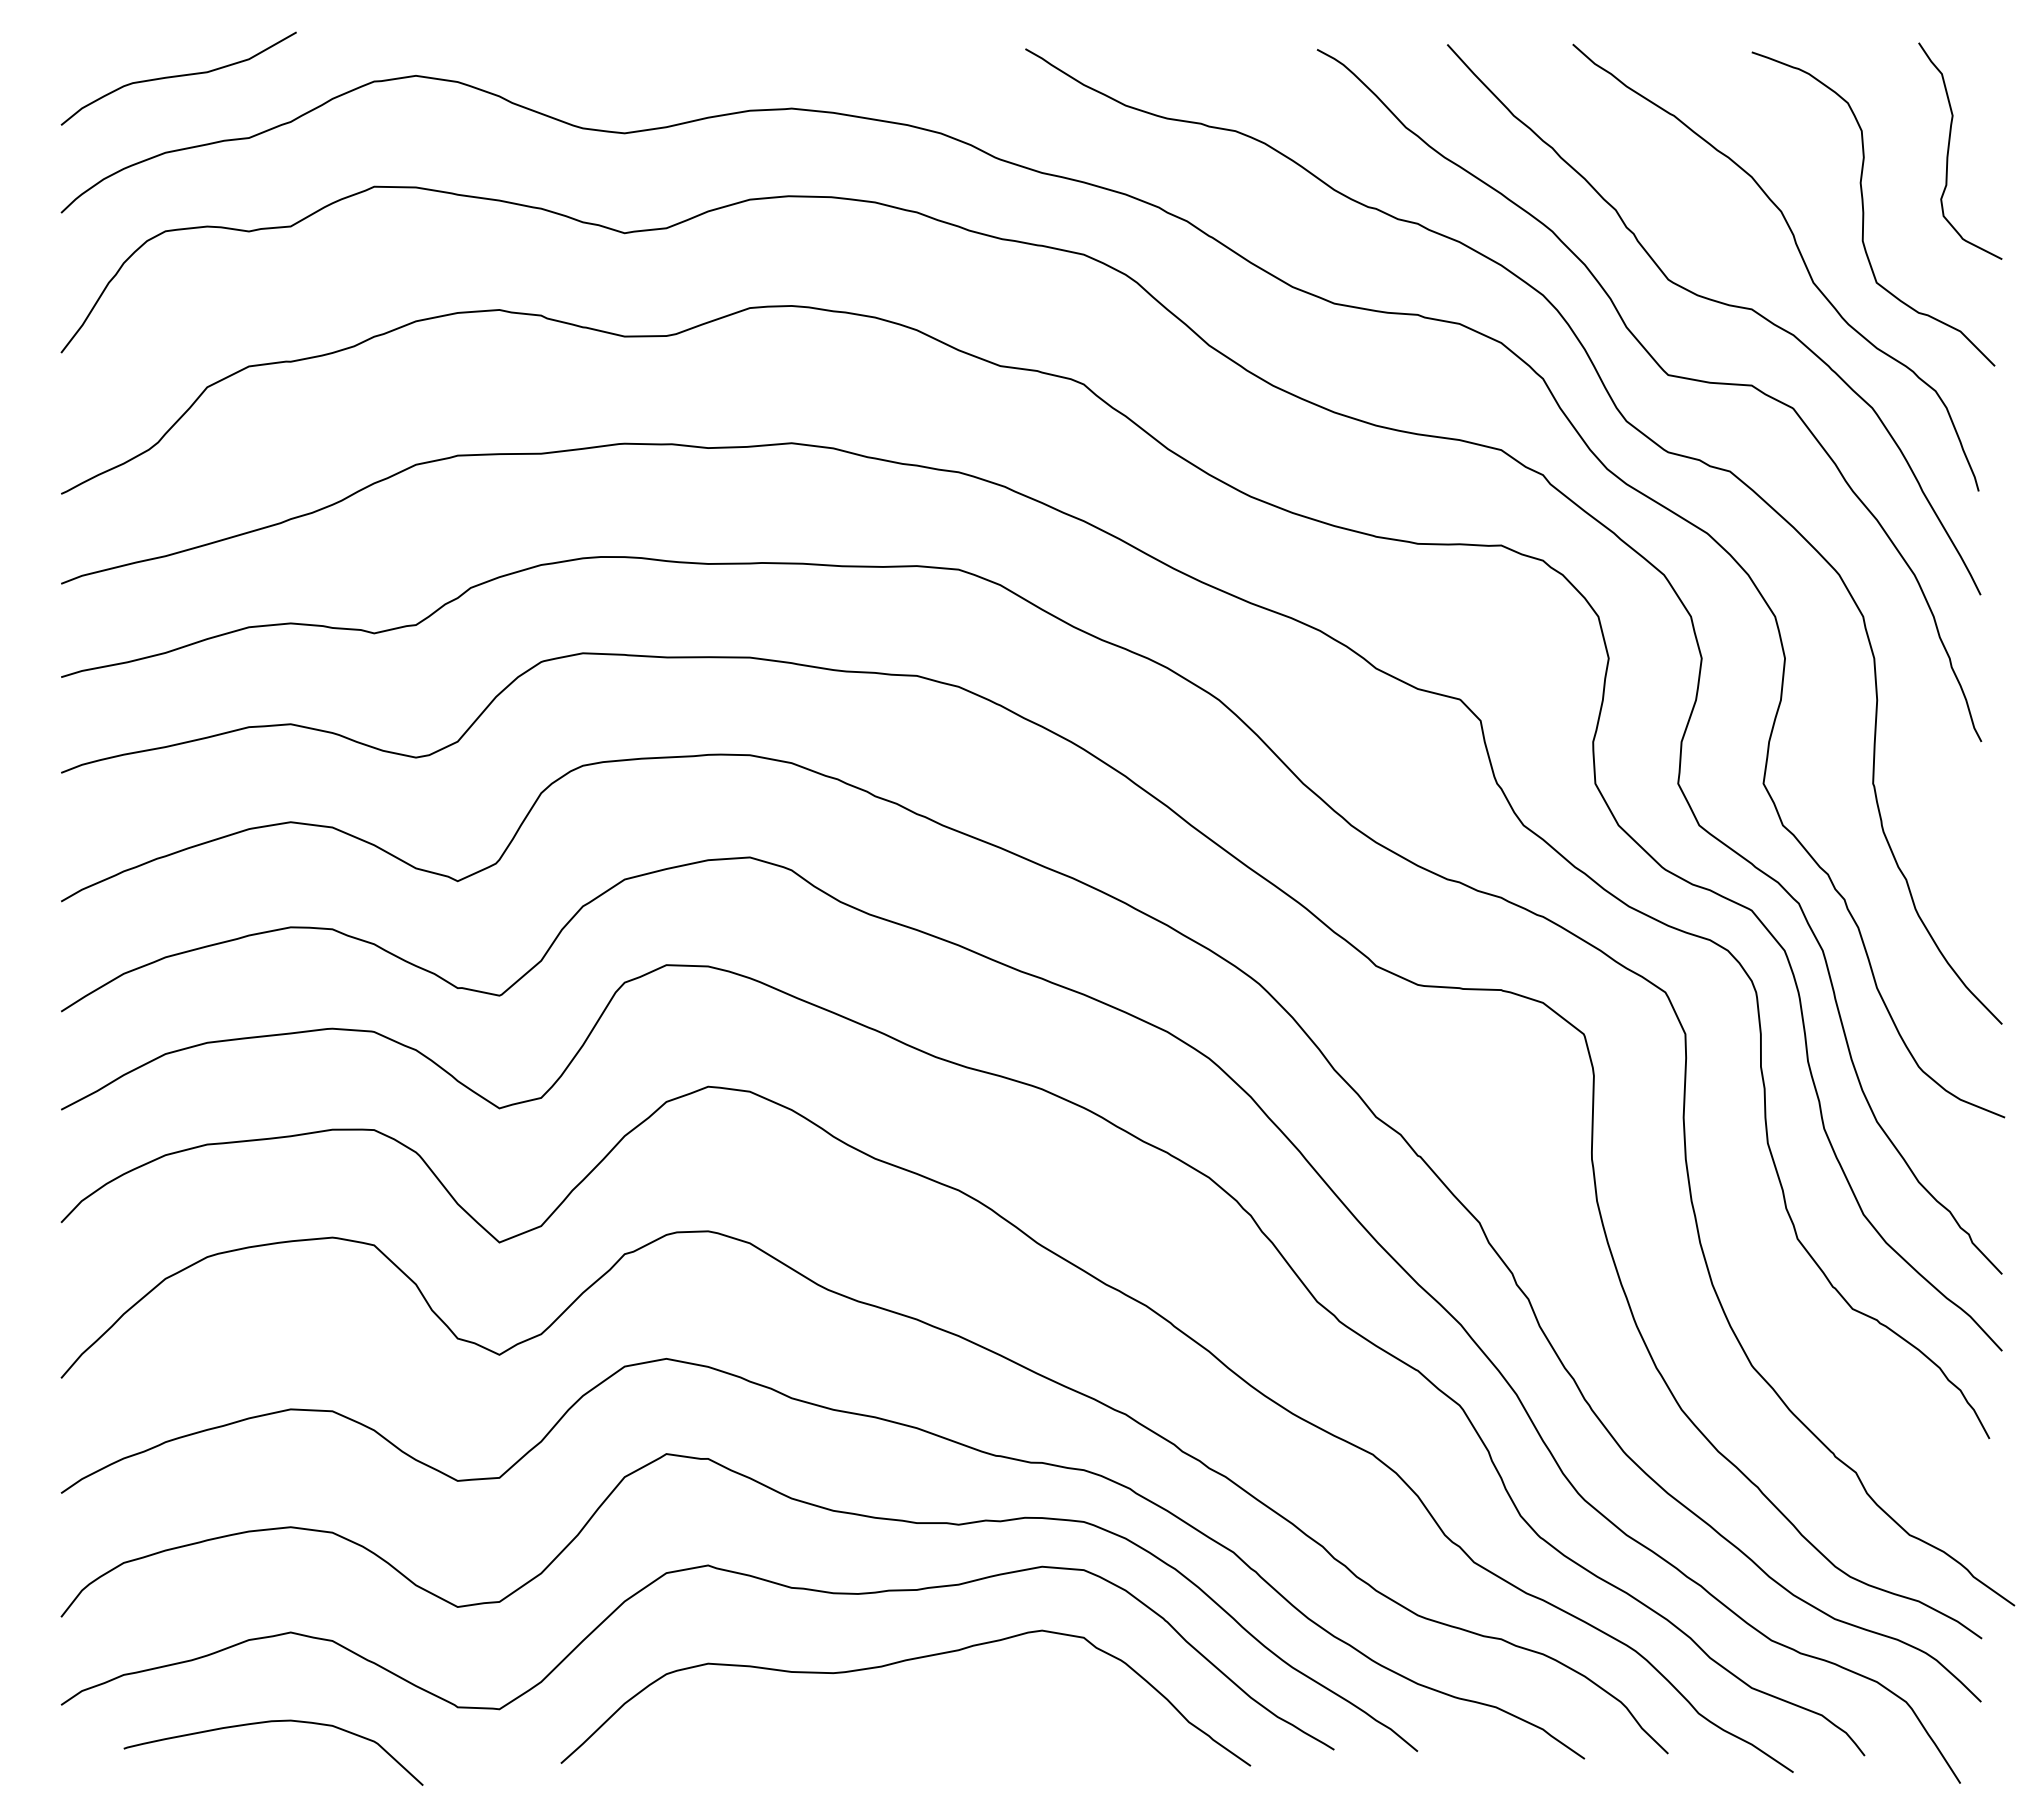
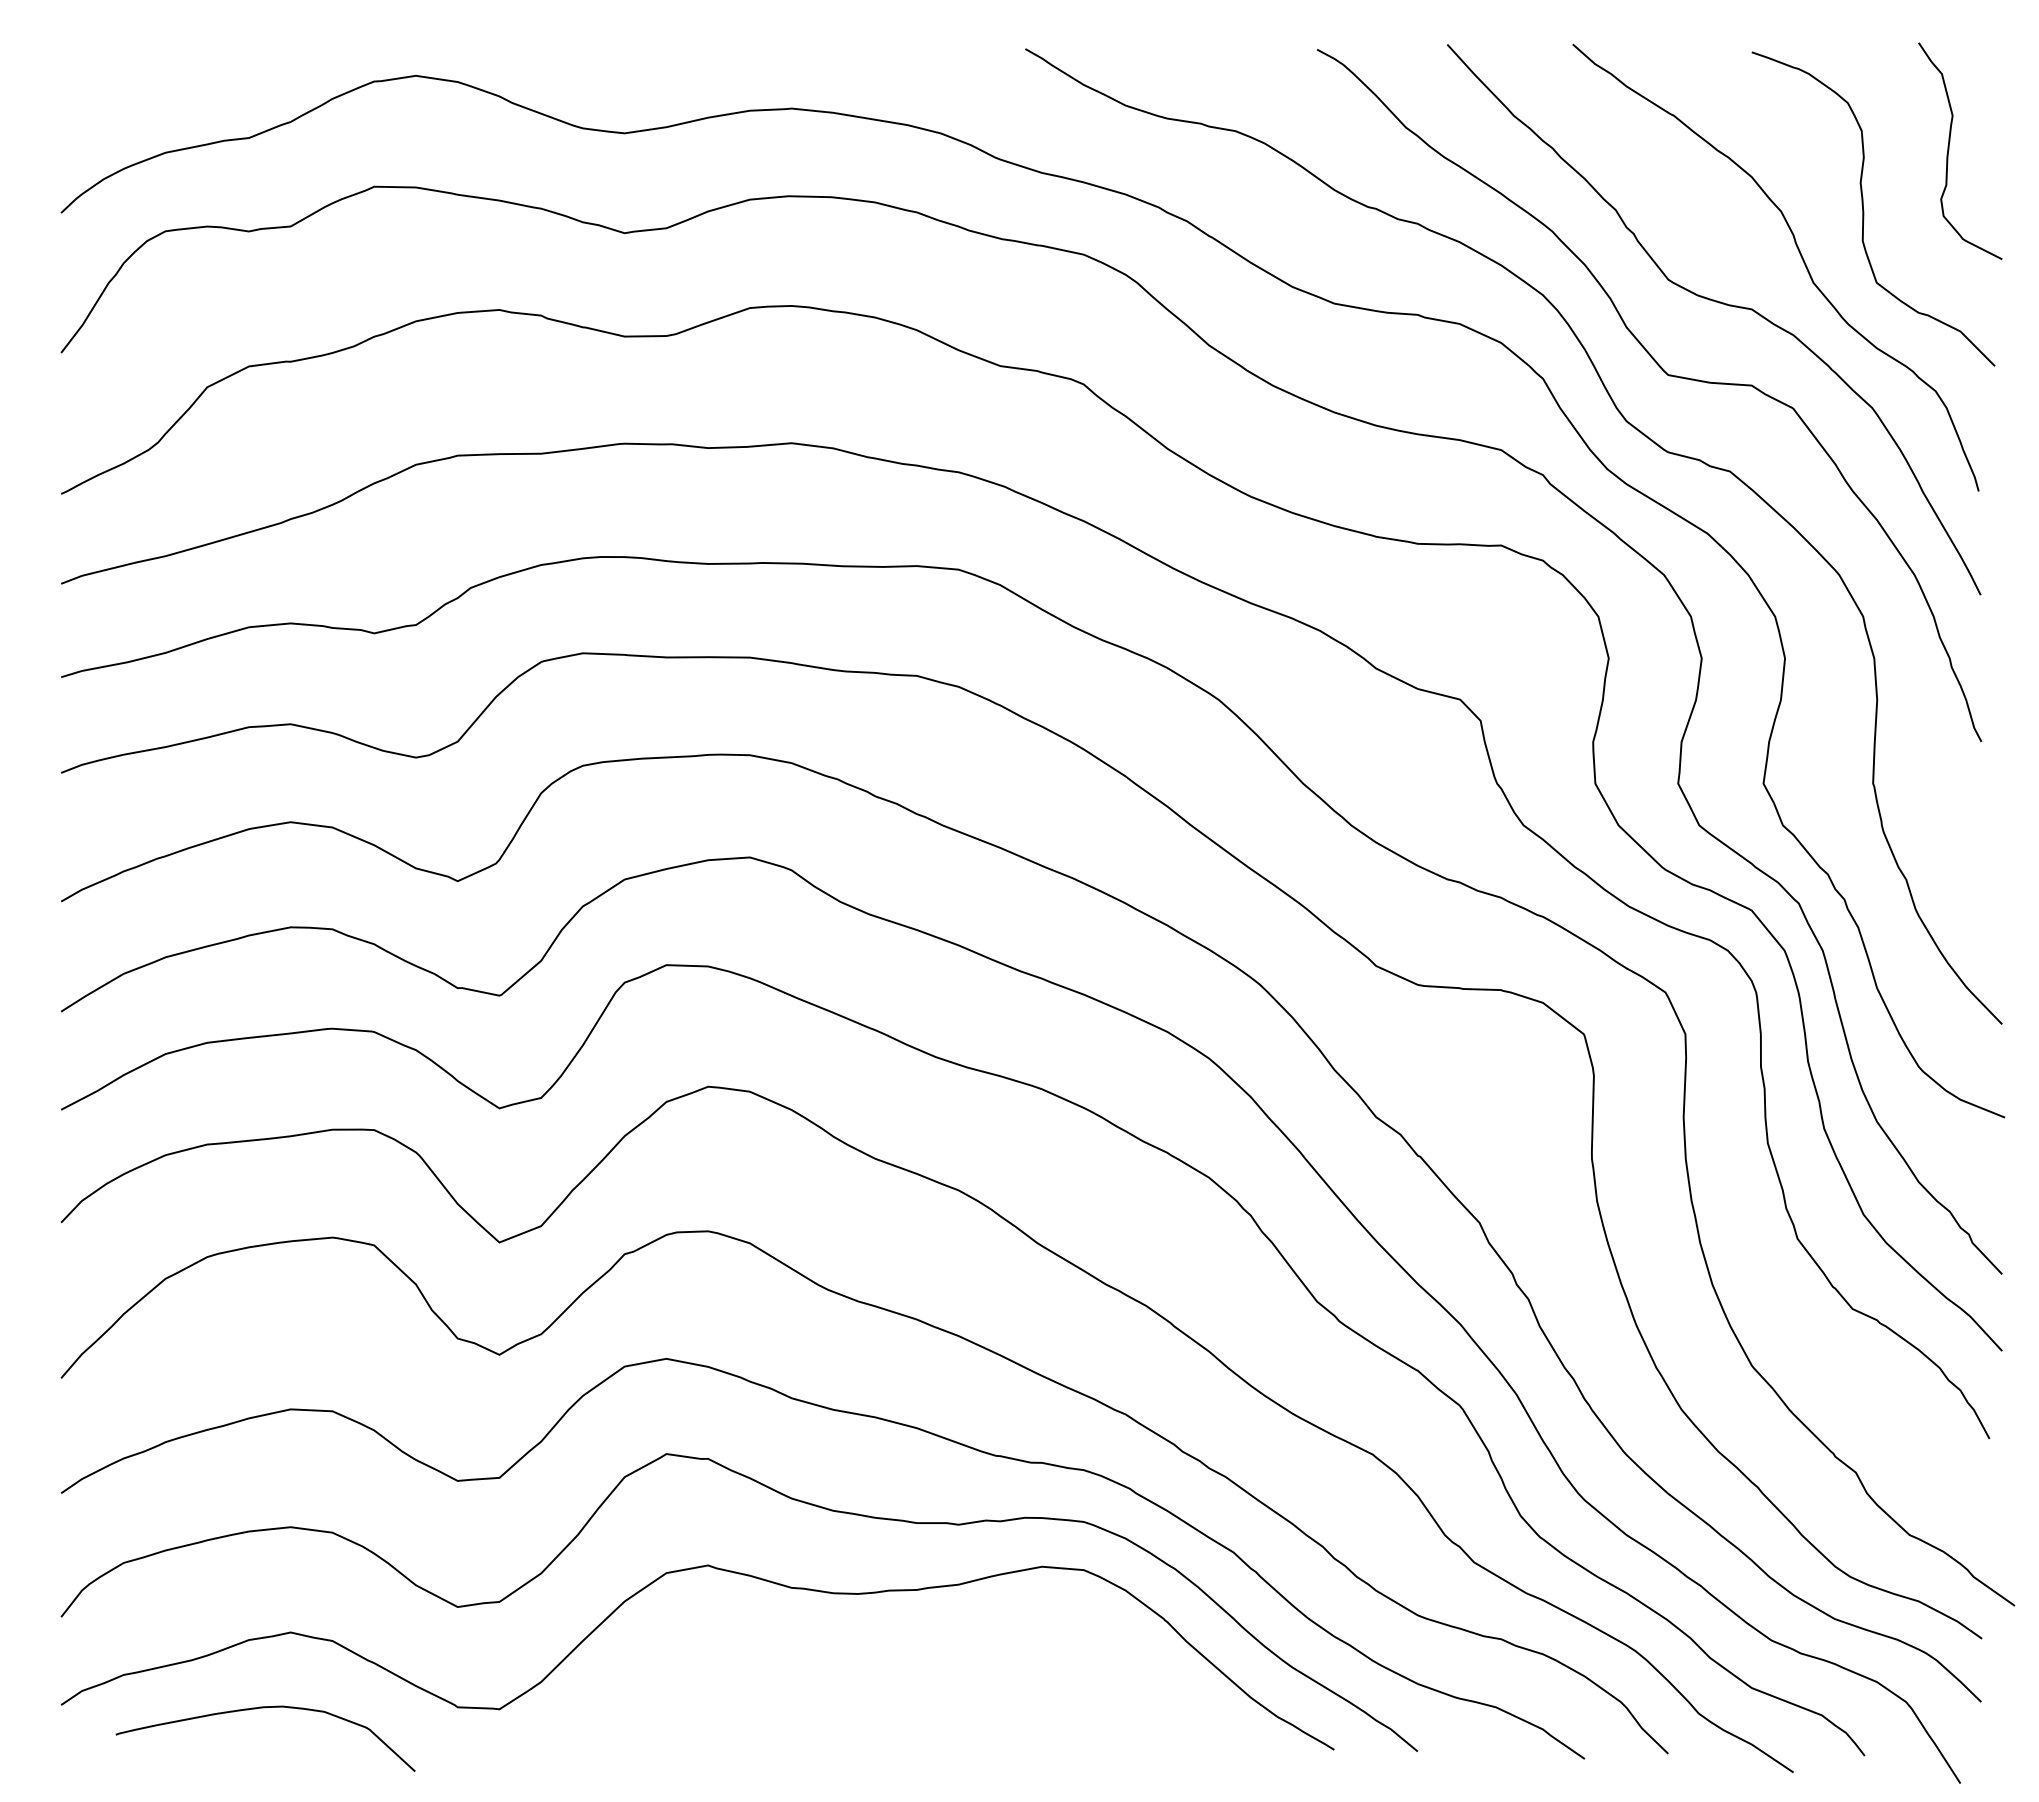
curve at (177, 77): present -> none
curve at (898, 1663): present -> none
curve at (273, 1722) position: (273, 1722) -> (265, 1708)
